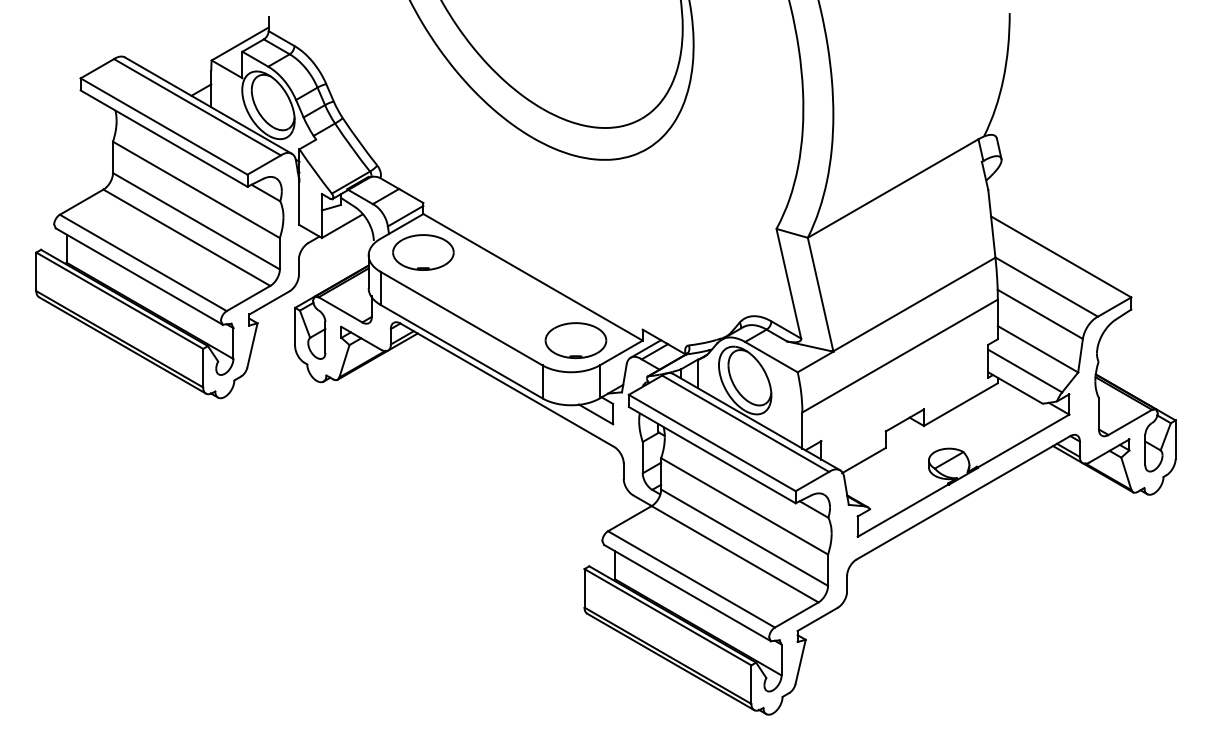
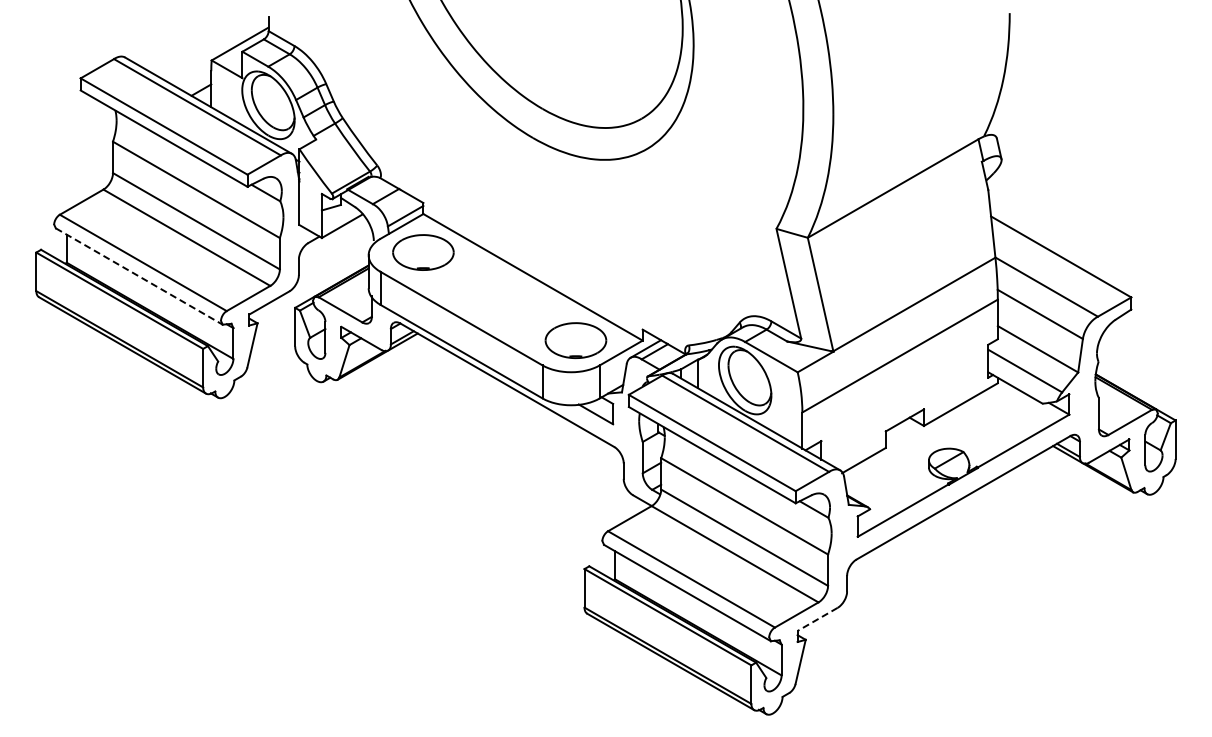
line at (139, 276): solid -> dashed
line at (817, 619): solid -> dashed
